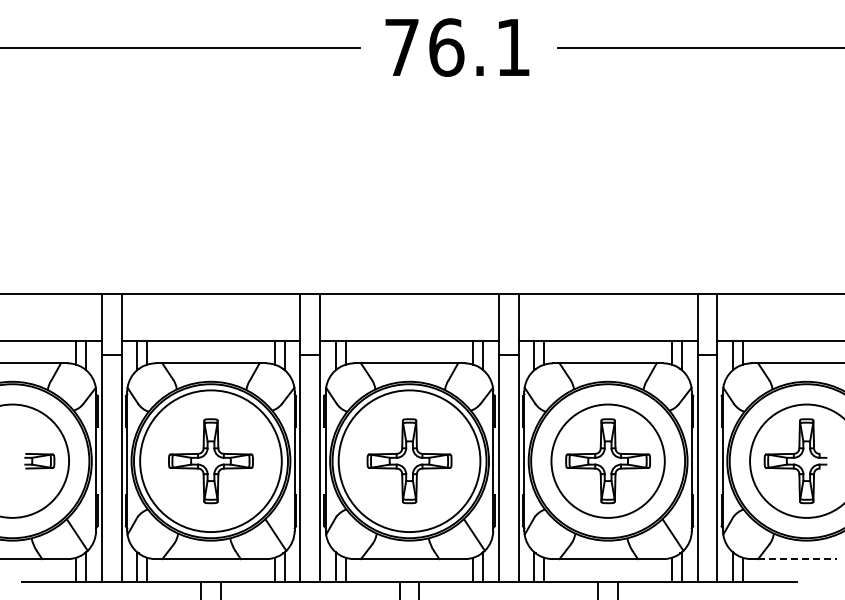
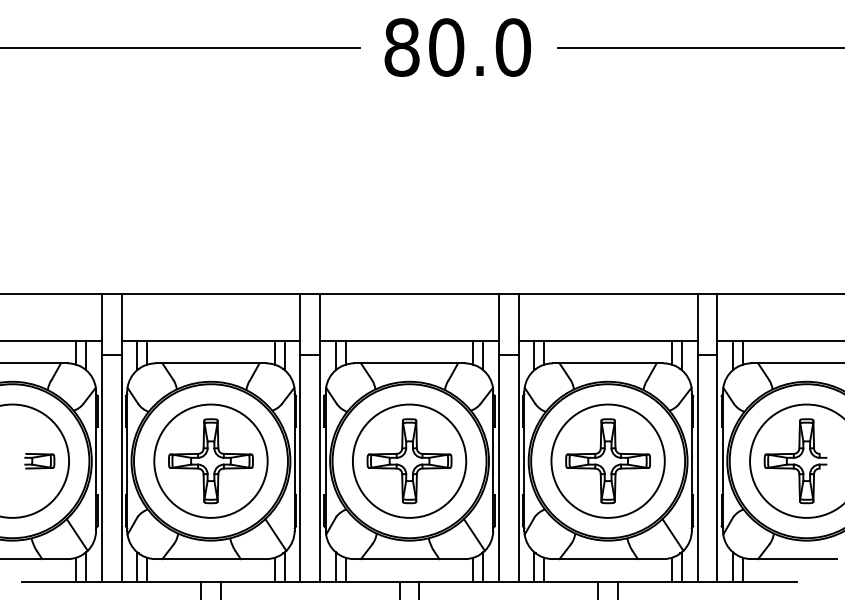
text at (457, 47): 76.1 -> 80.0
circle at (210, 461) diameter: 142 px -> 113 px
circle at (409, 461) diameter: 142 px -> 113 px
line at (797, 559): dashed -> solid
